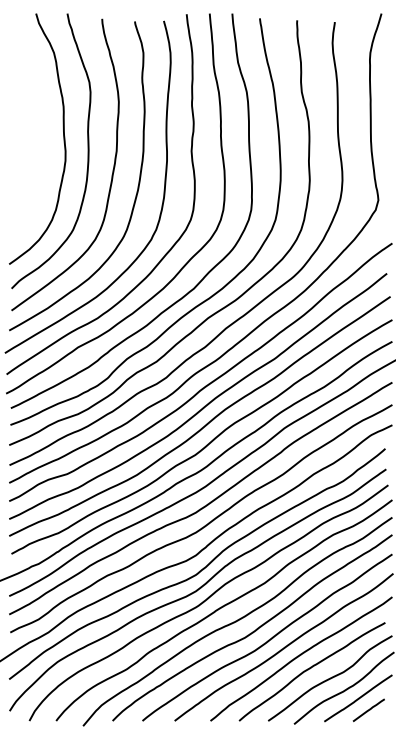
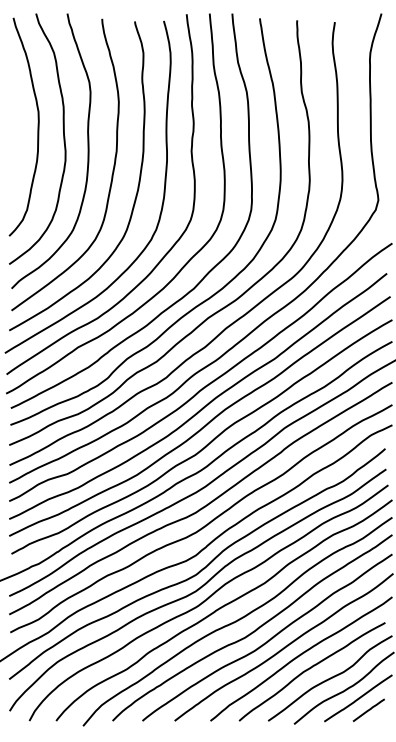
curve at (37, 126): none -> present
